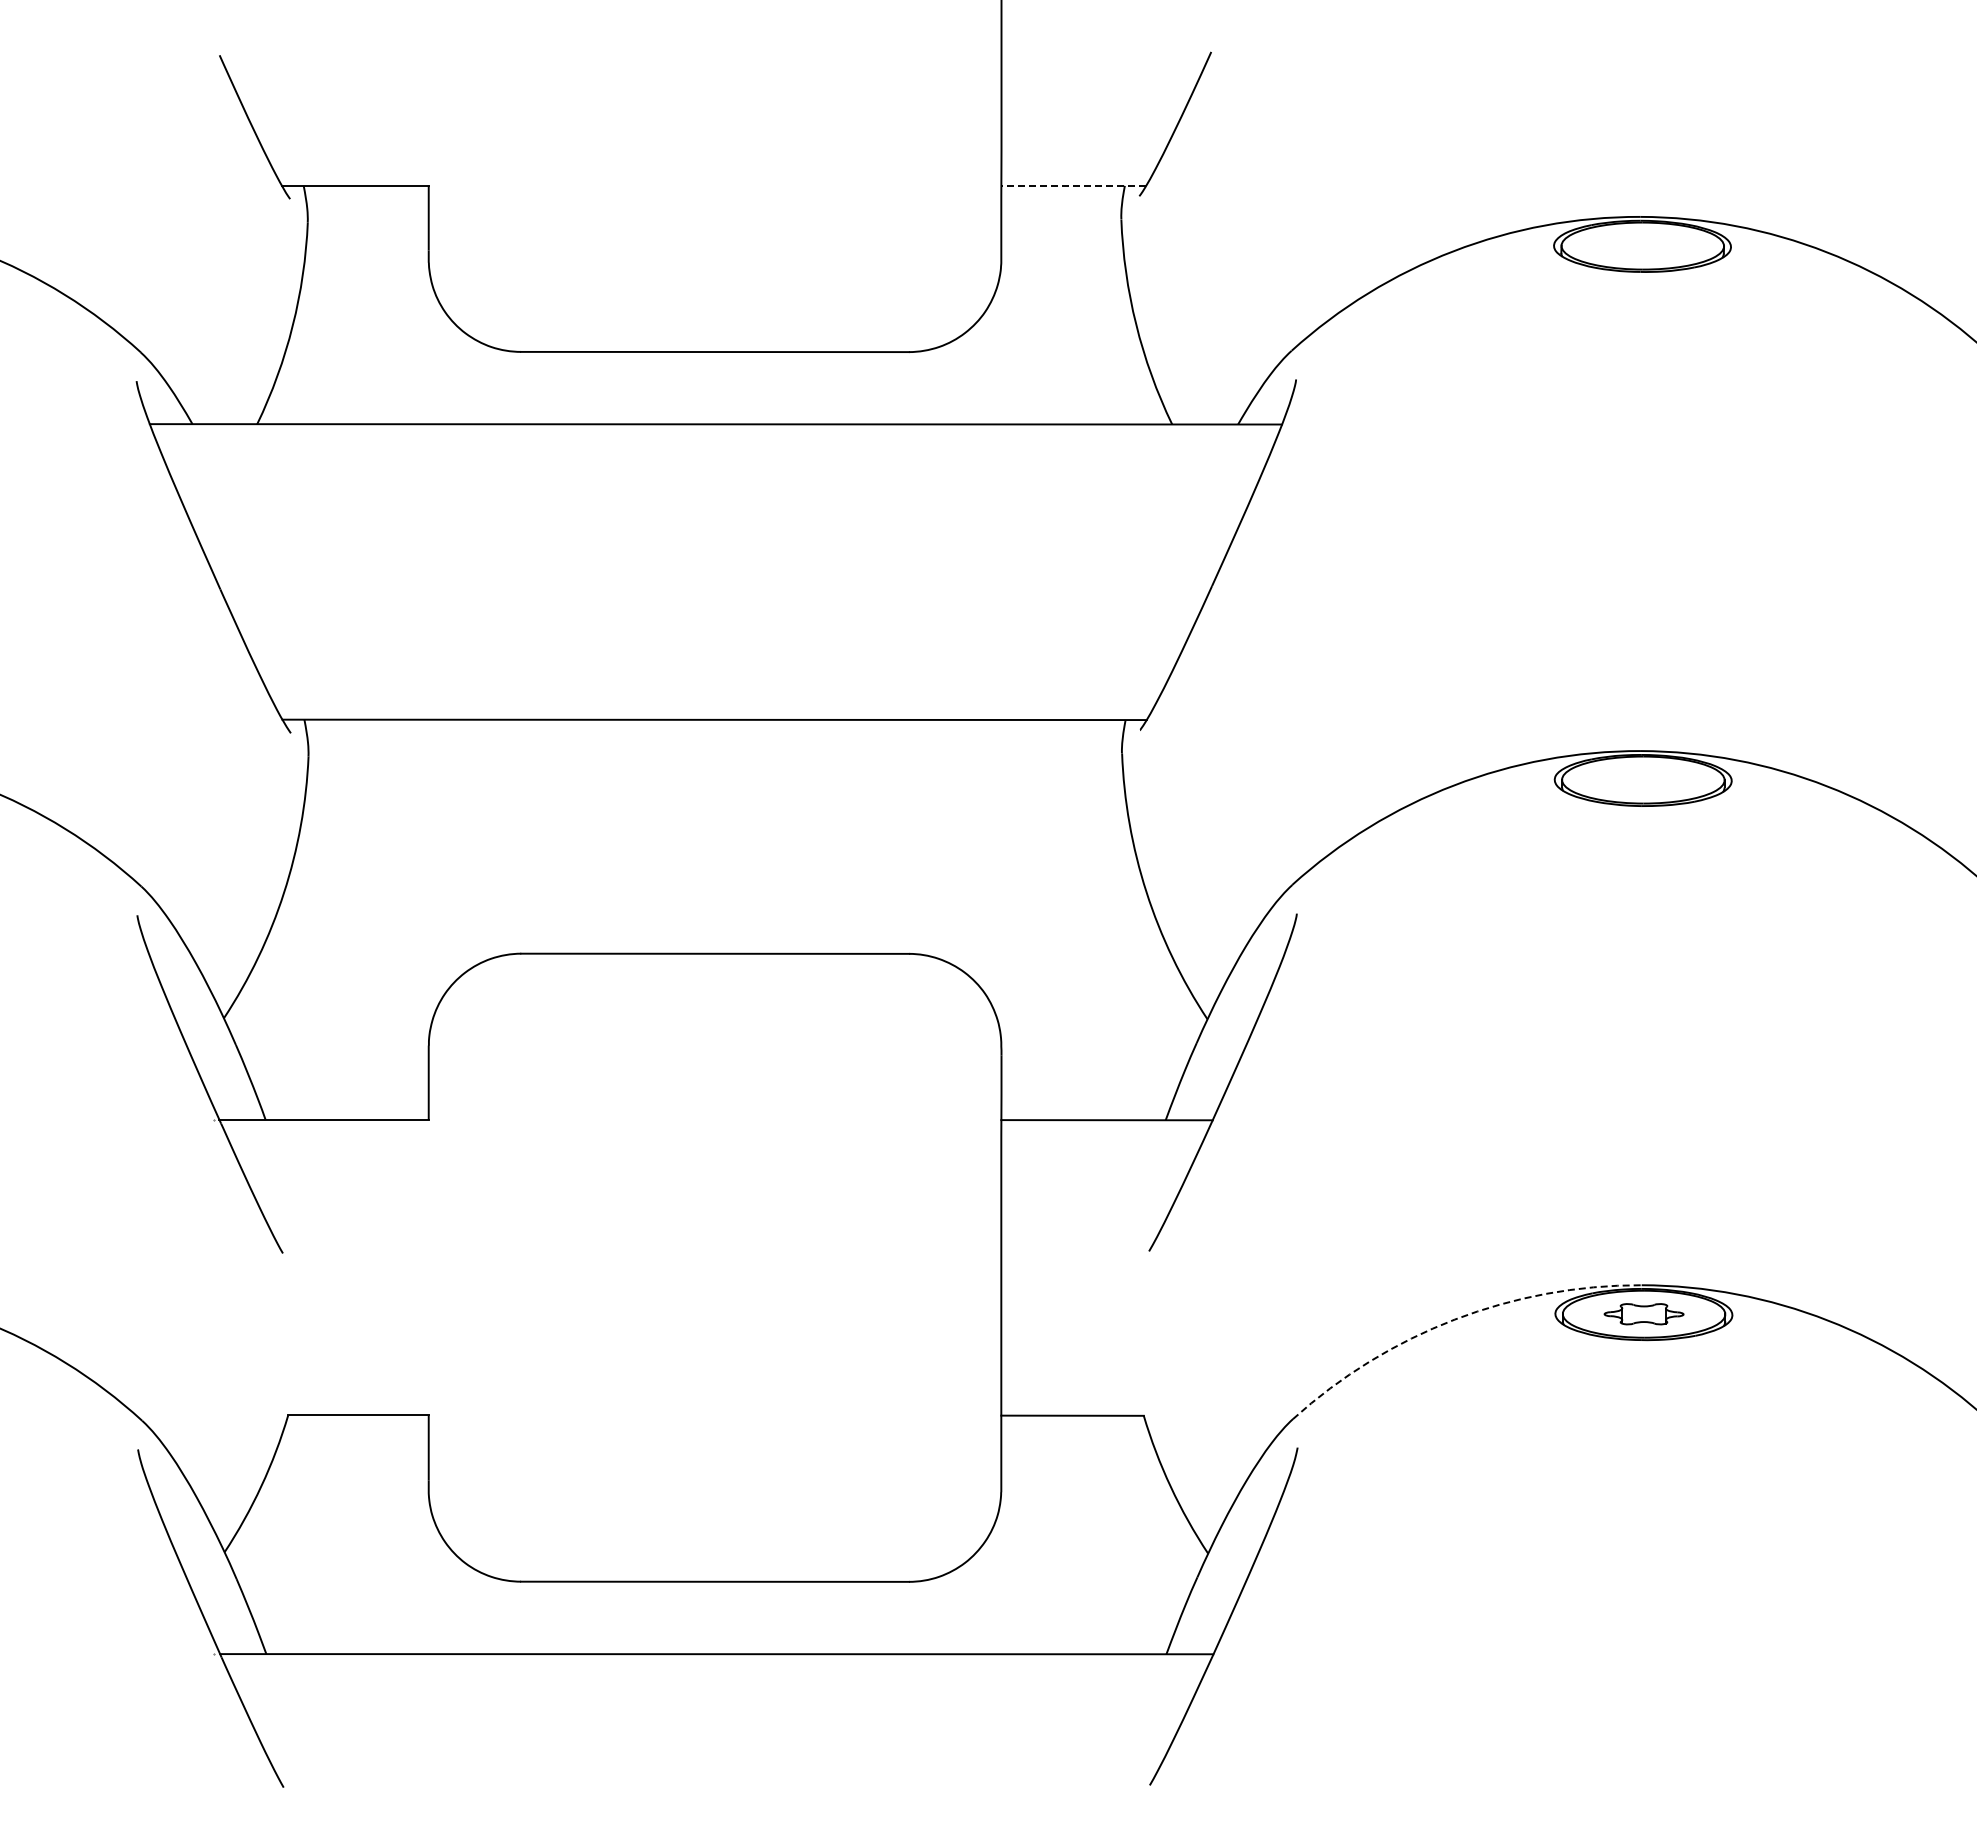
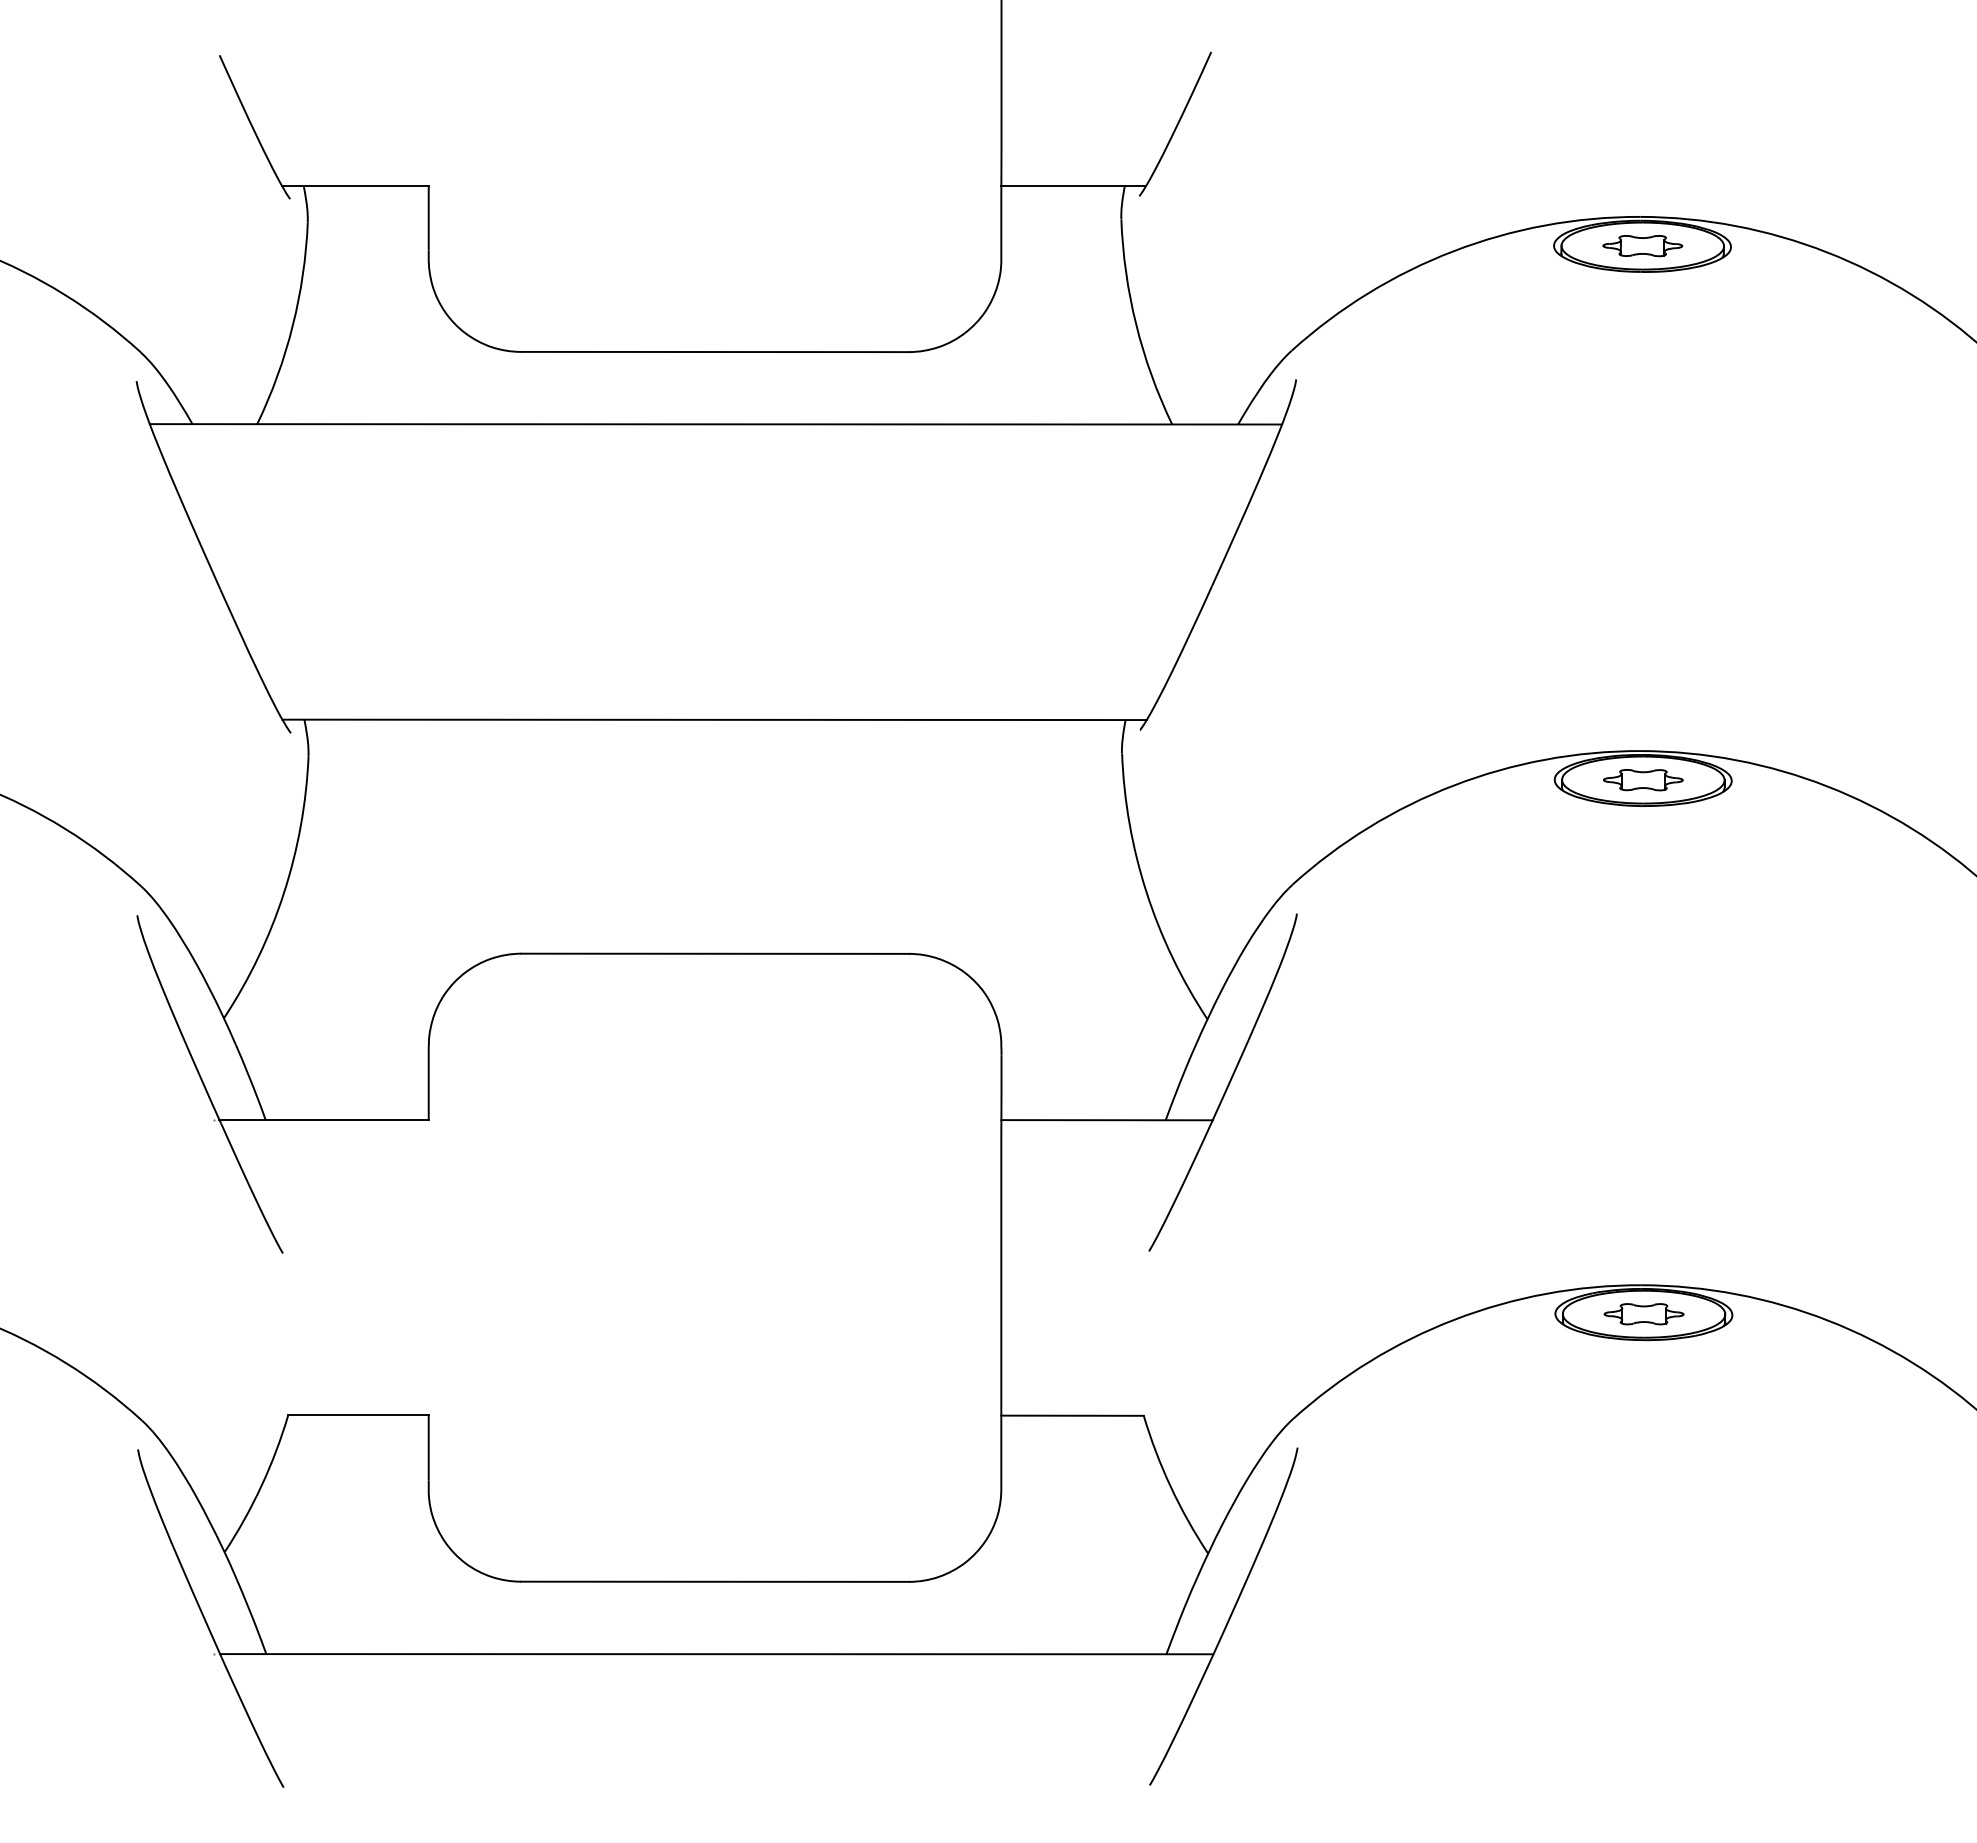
line at (1073, 185): dashed -> solid
part at (1642, 246): none -> present
part at (1643, 780): none -> present
arc at (1454, 1319): dashed -> solid
